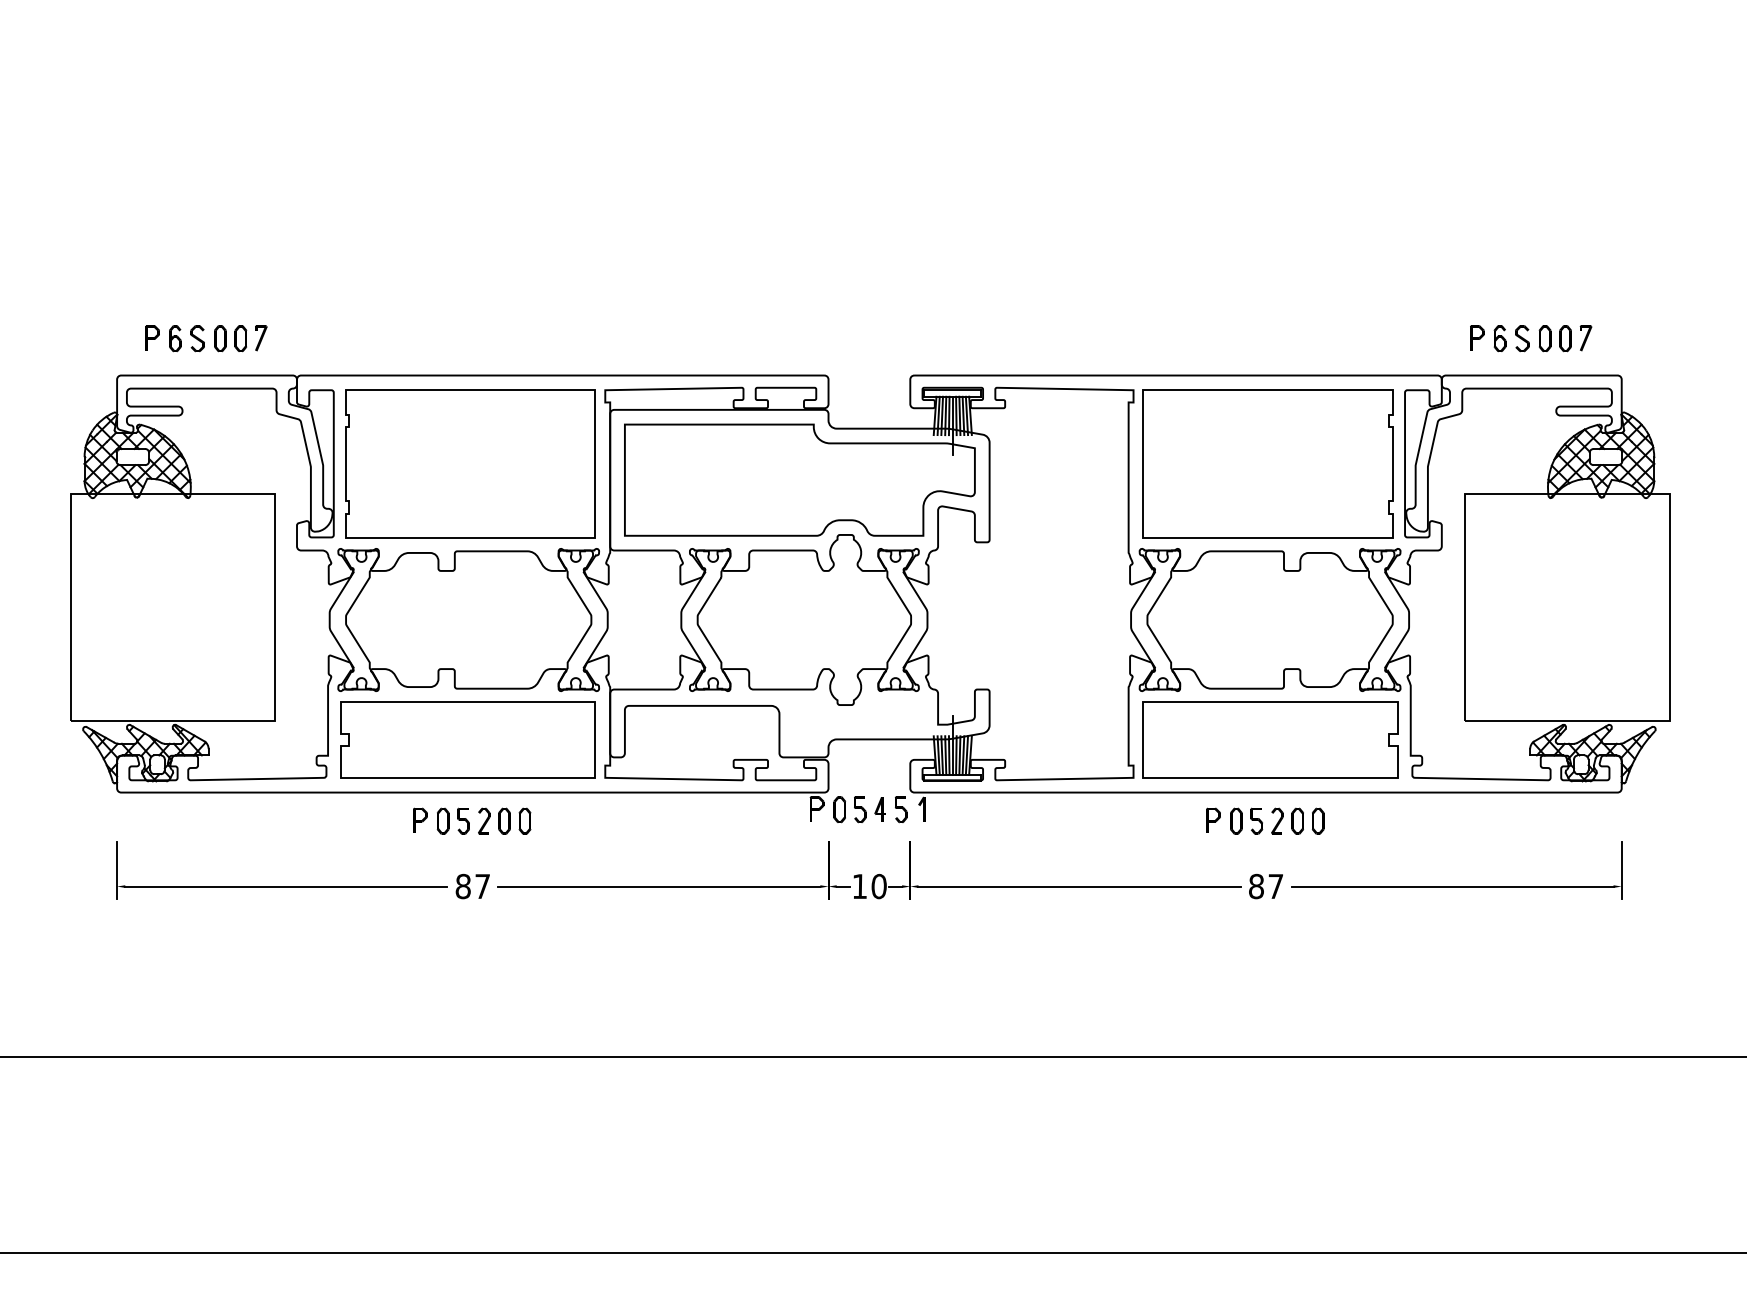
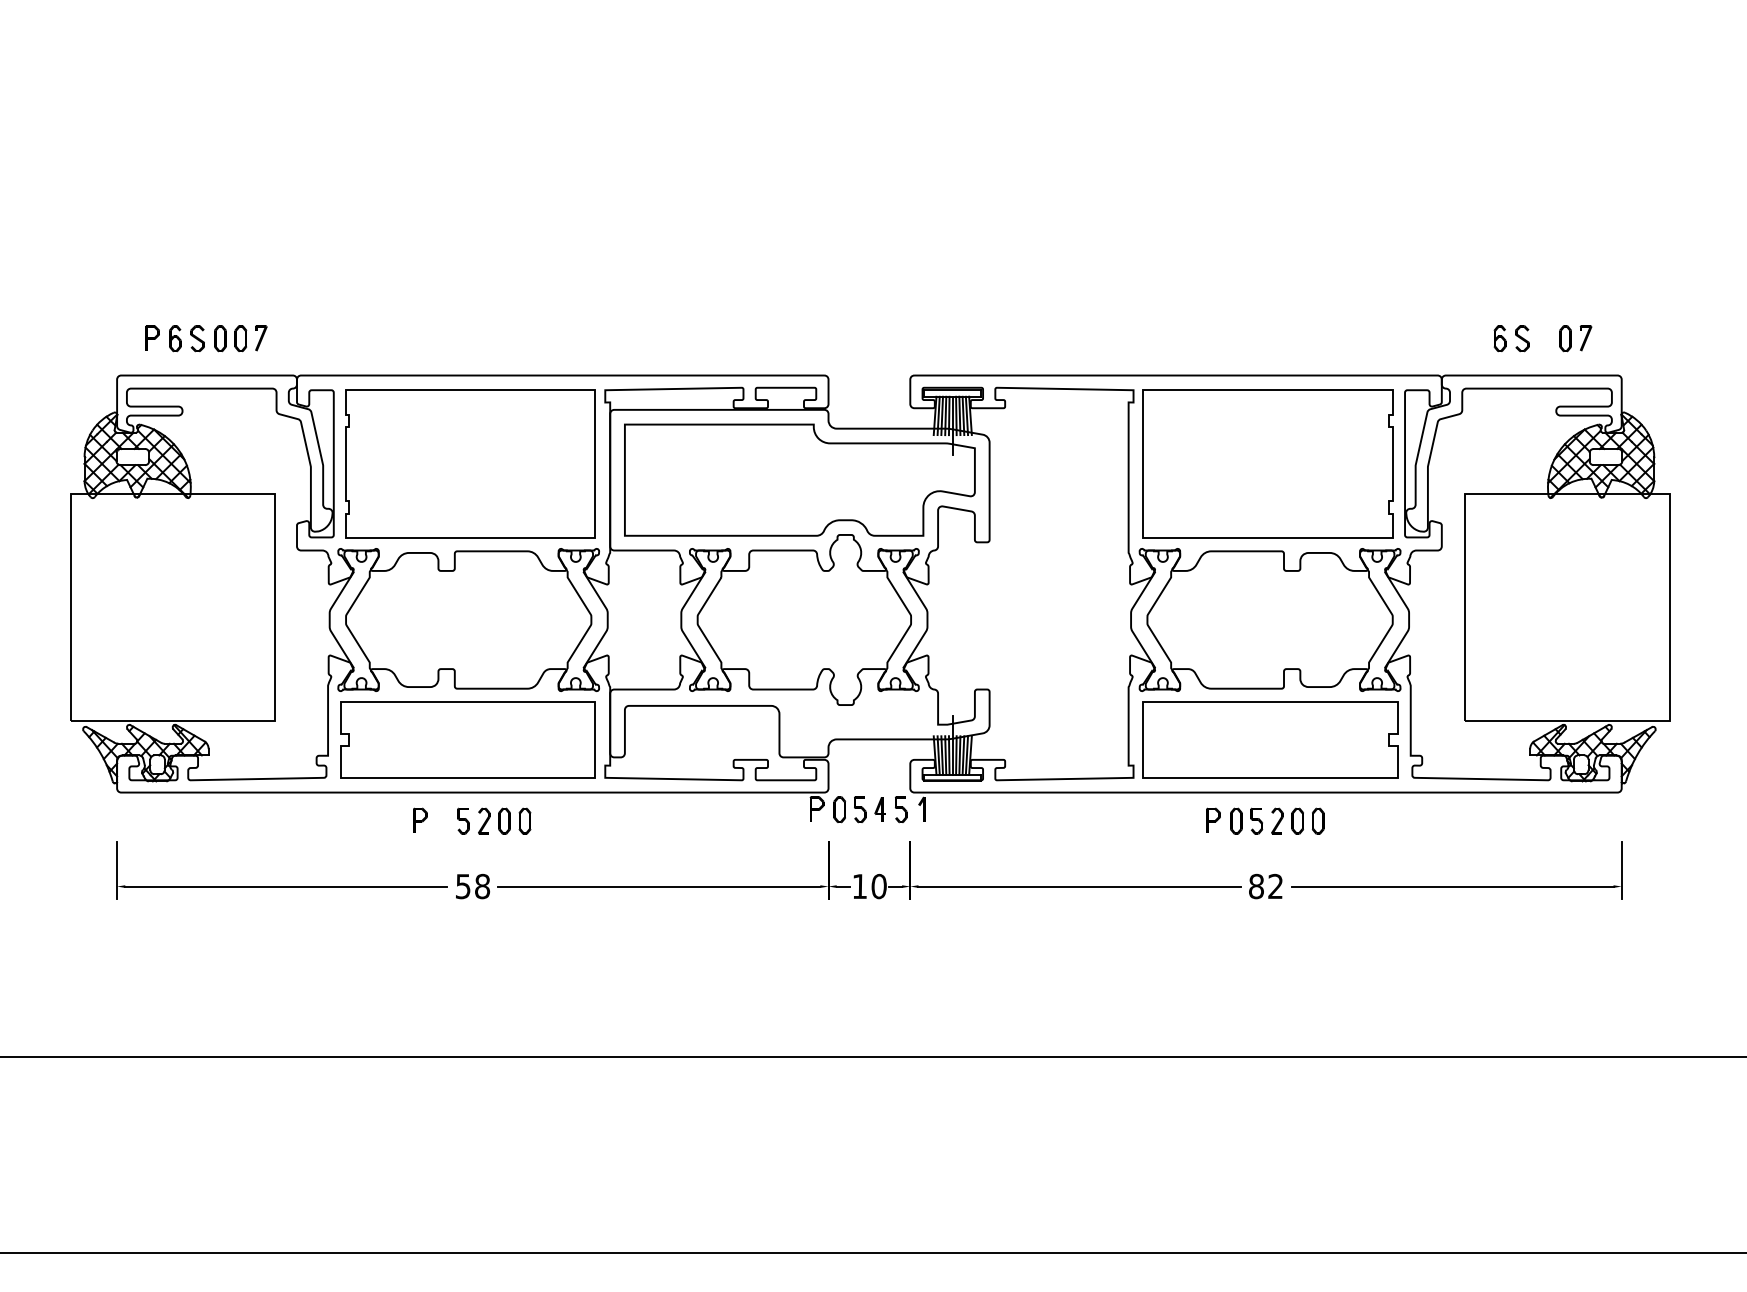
part at (1477, 337): present -> none
part at (1544, 338): present -> none
part at (442, 820): present -> none
text at (1275, 885): 87 -> 82
text at (472, 886): 87 -> 58
